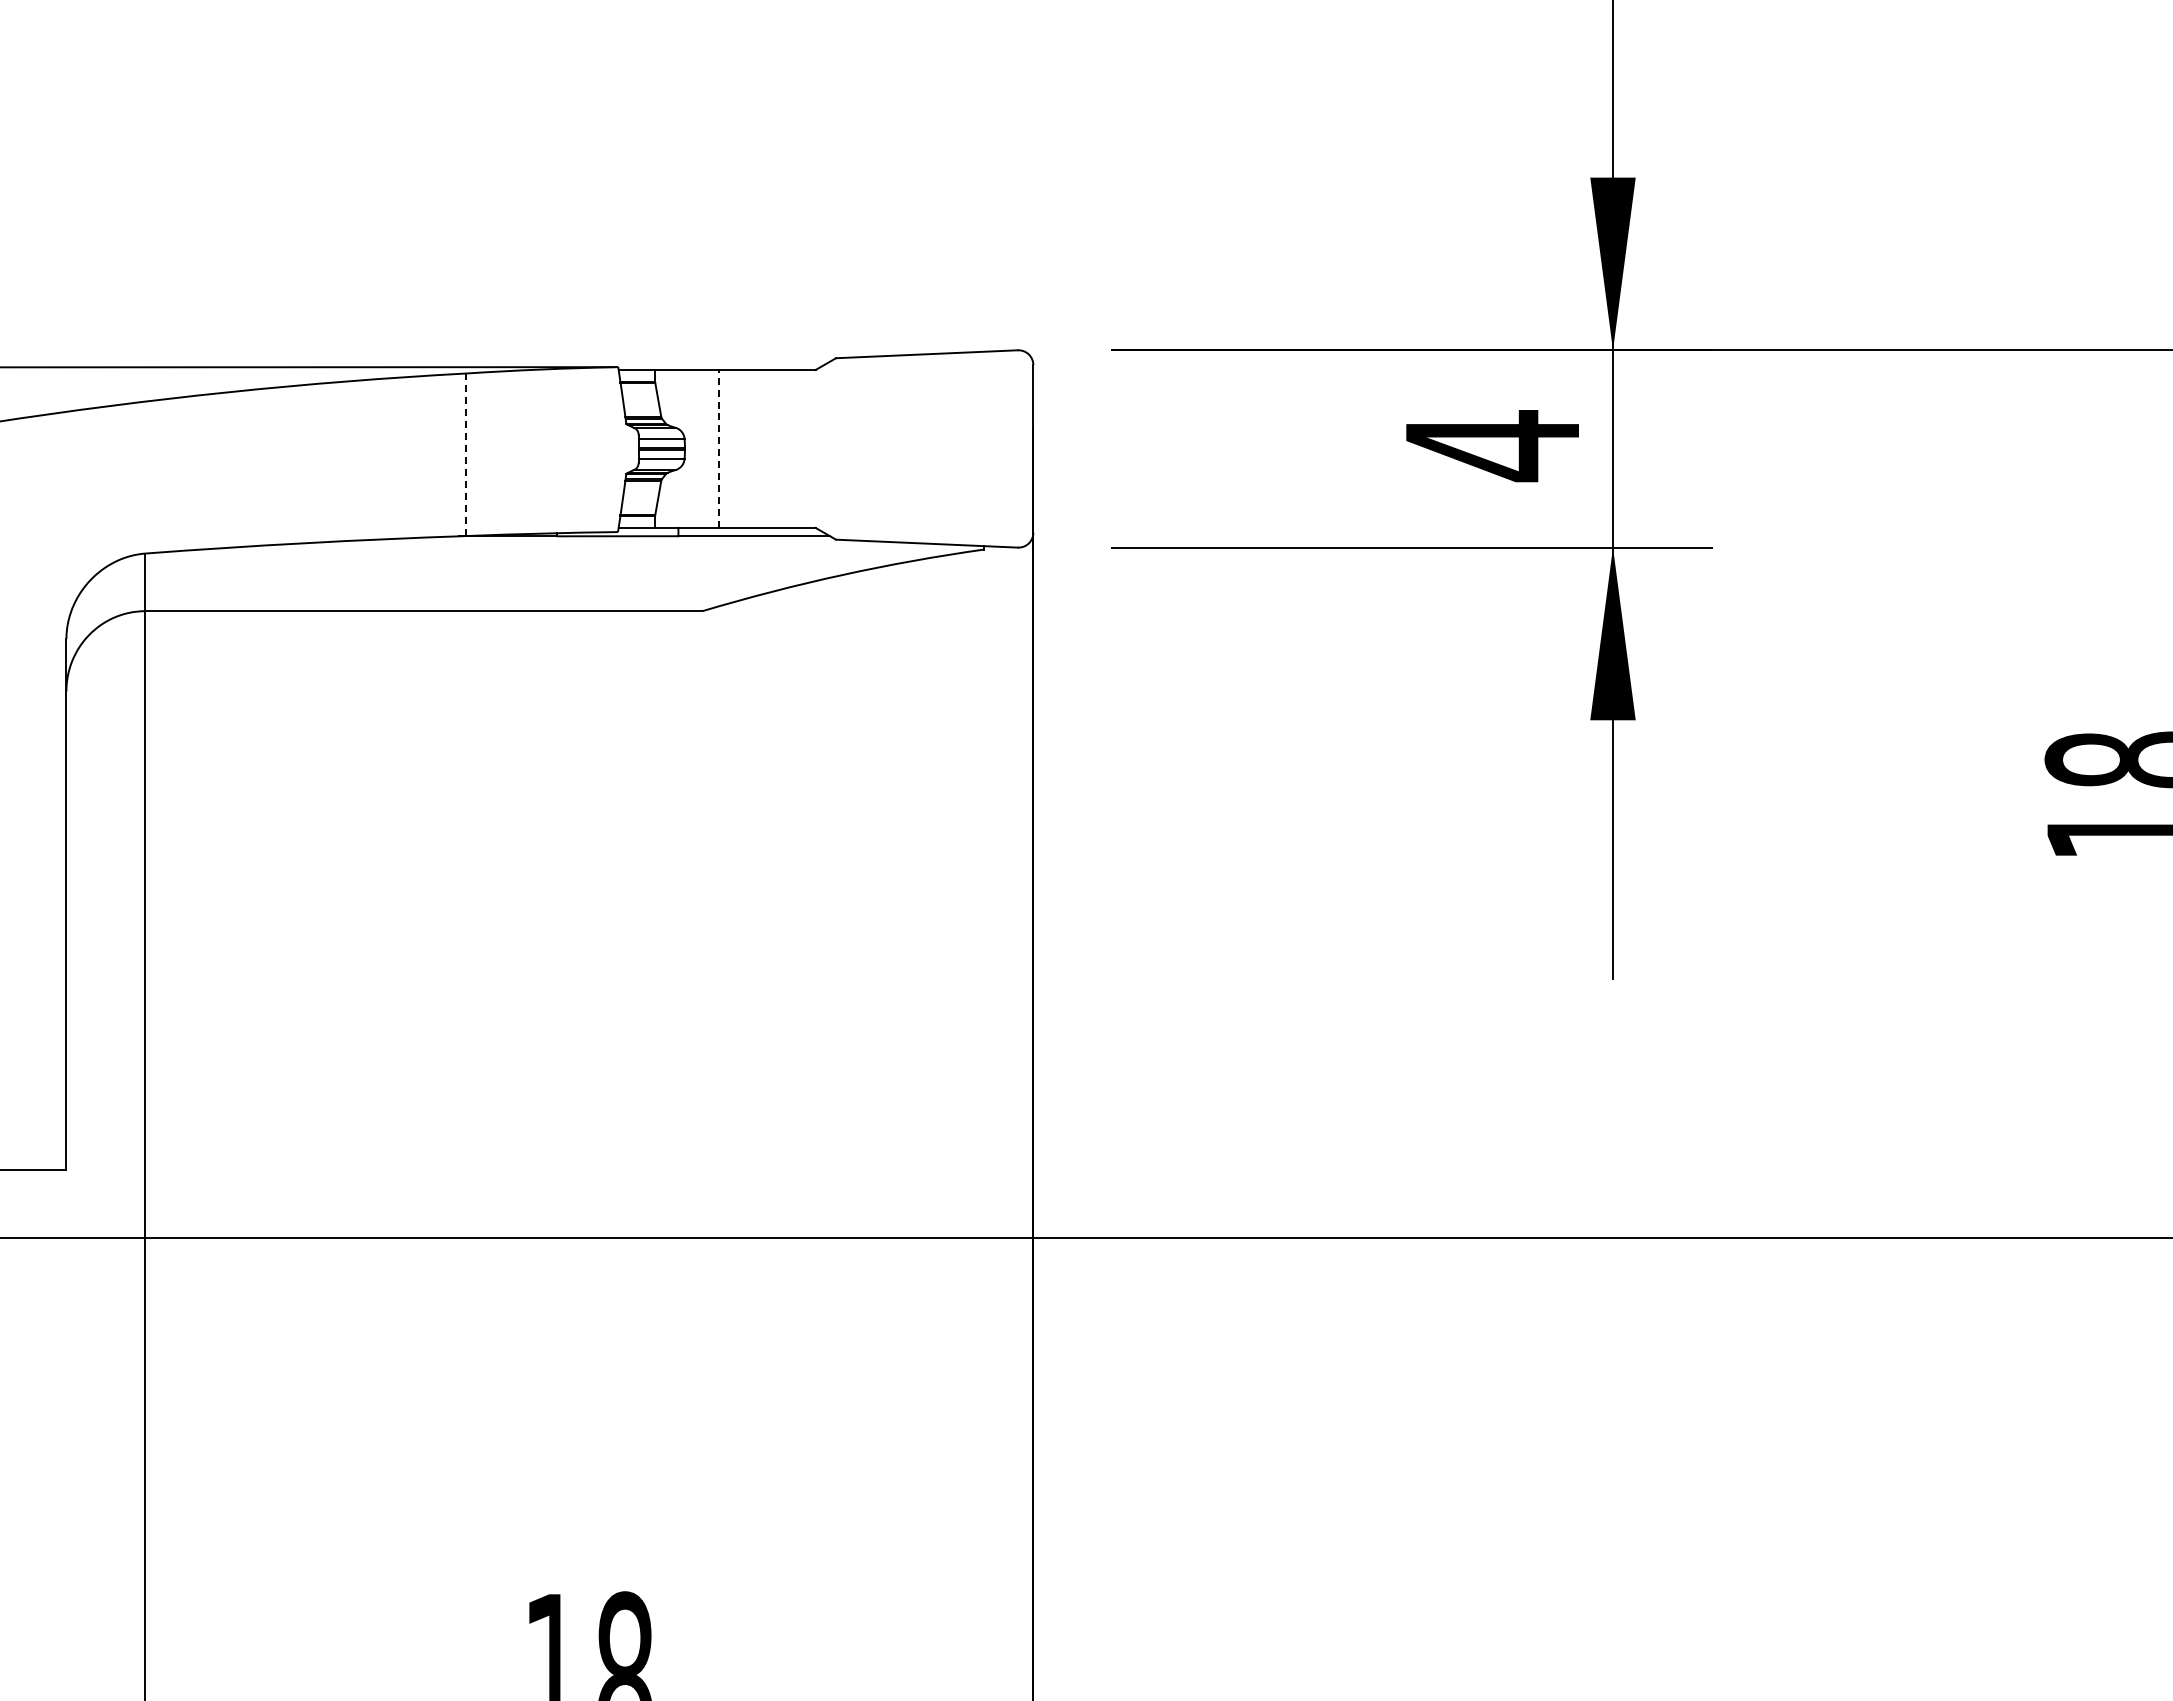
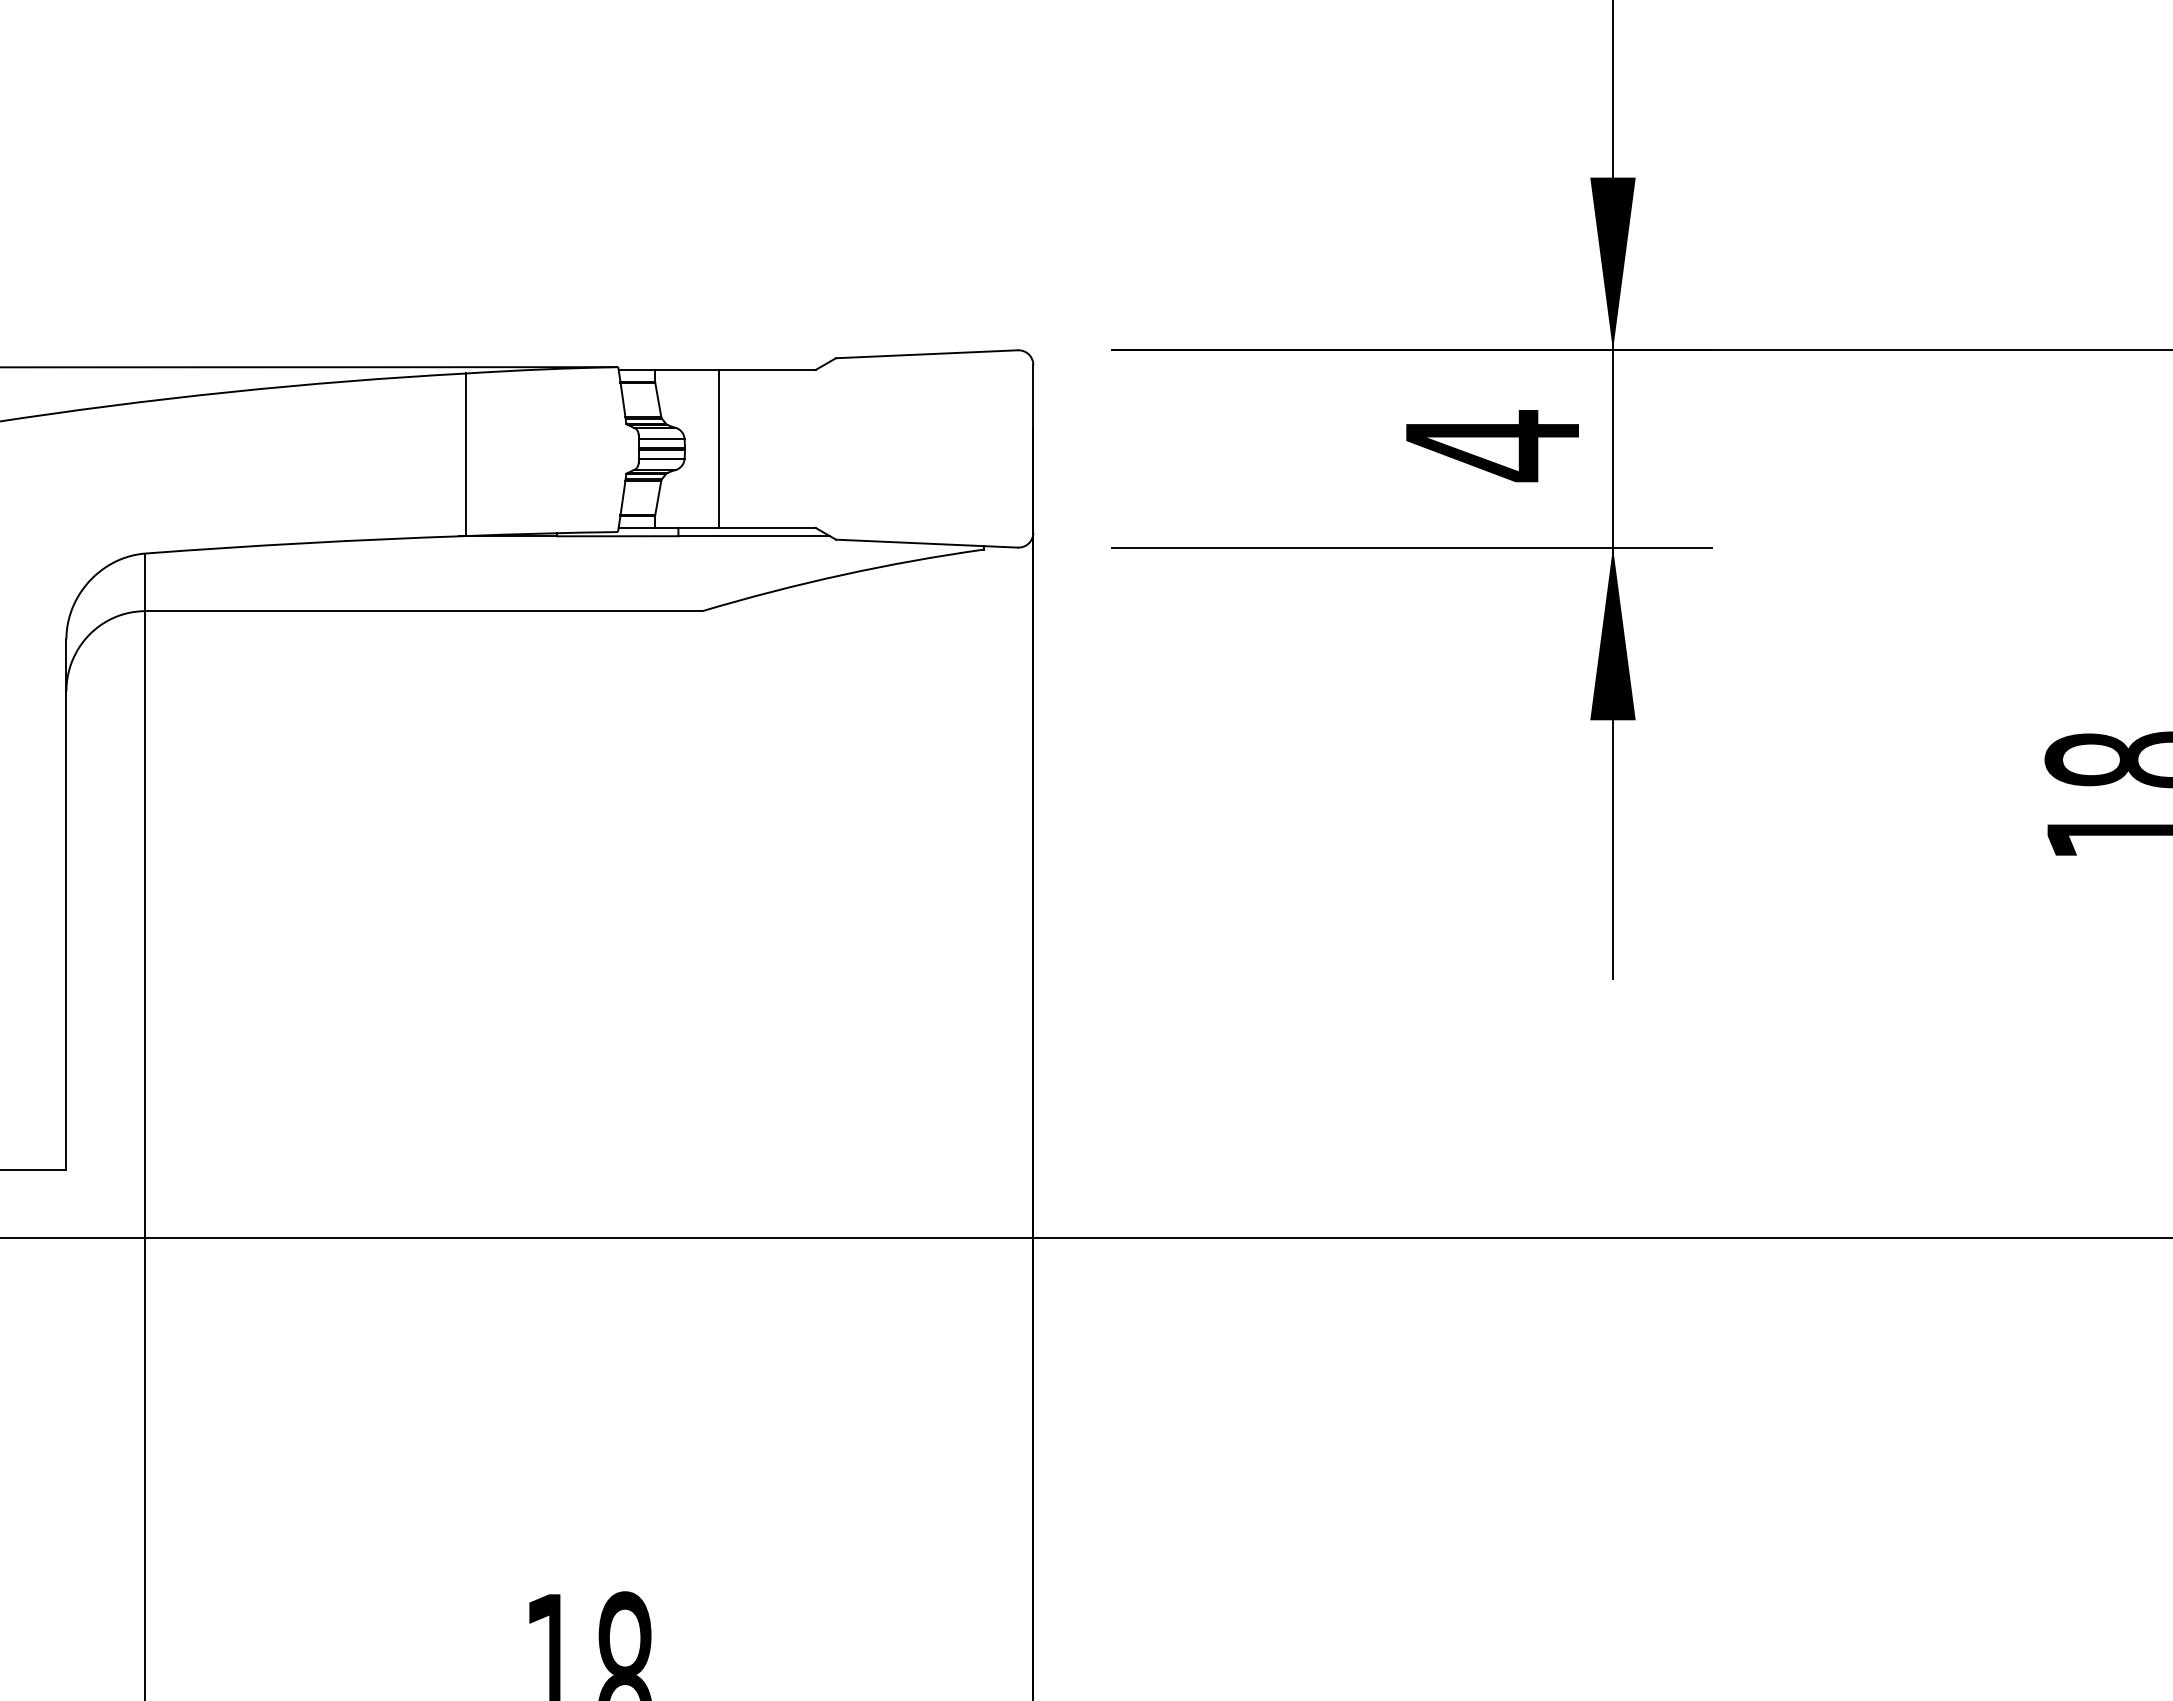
line at (719, 448): dashed -> solid
line at (466, 455): dashed -> solid
